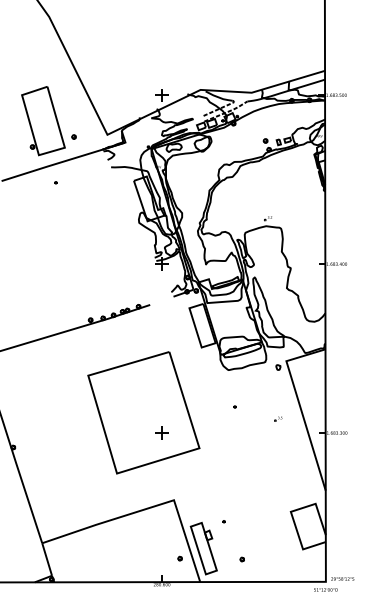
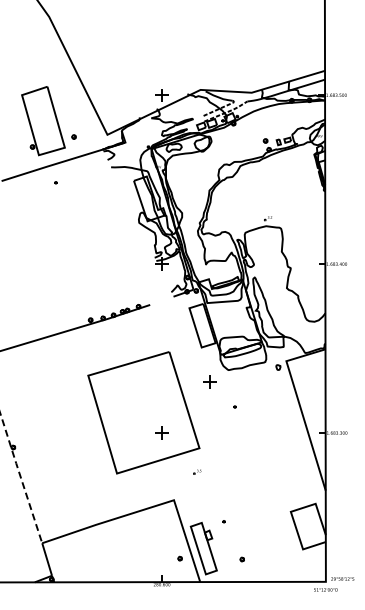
part at (209, 381): none -> present
part at (278, 418) position: (278, 418) -> (197, 471)
line at (20, 477): solid -> dashed
